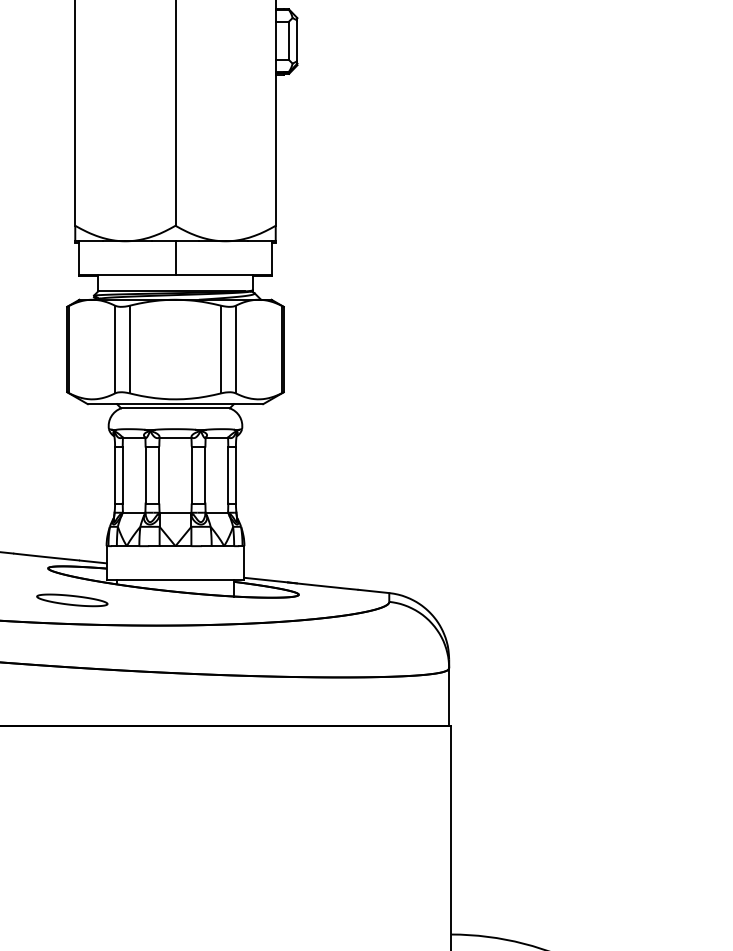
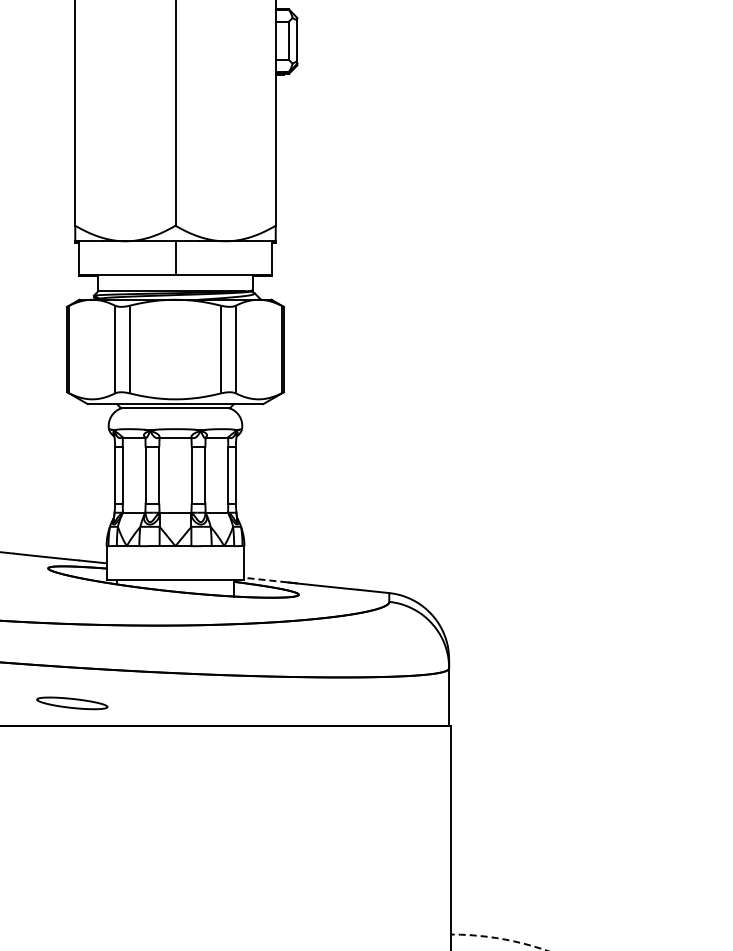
line at (265, 580): solid -> dashed
part at (72, 600) position: (72, 600) -> (72, 703)
arc at (500, 938): solid -> dashed
